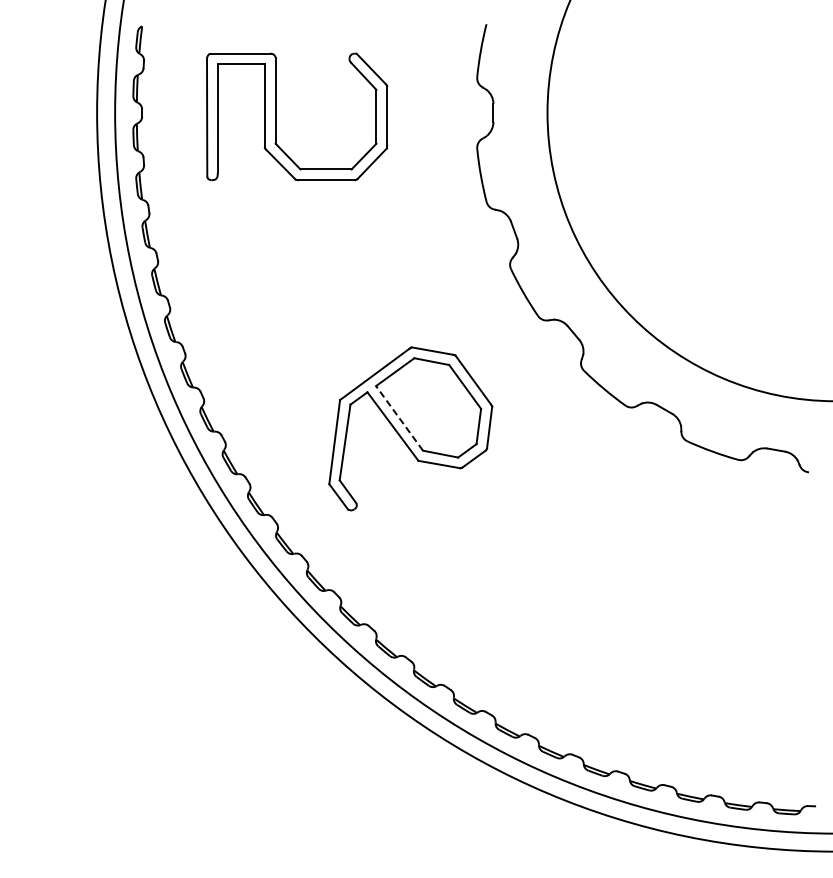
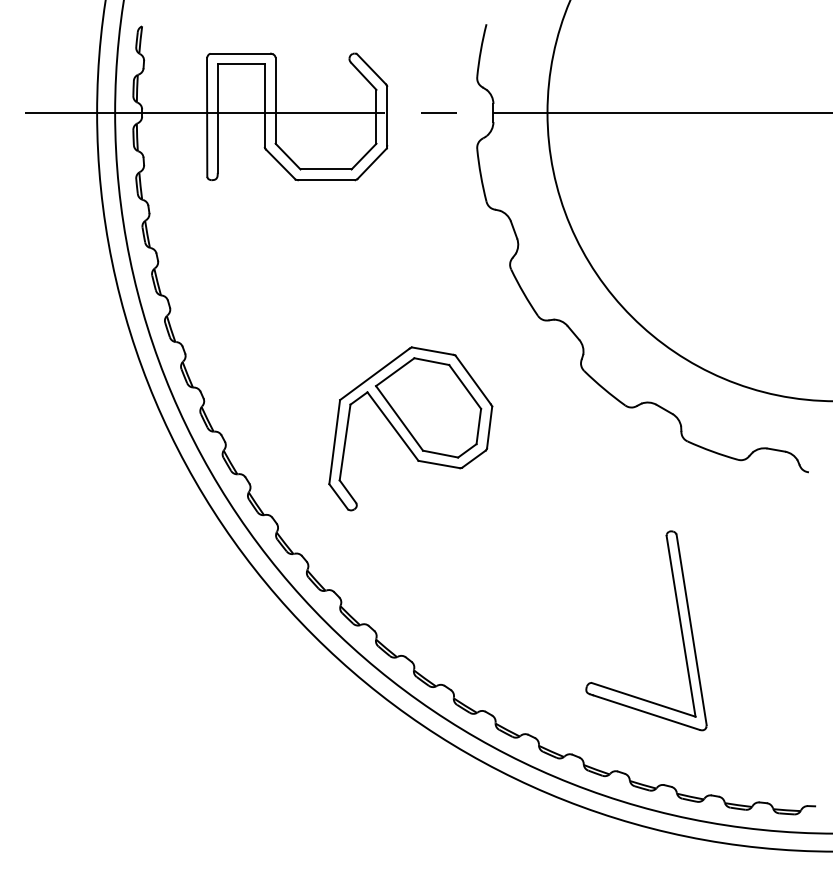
line at (427, 113): none -> present
line at (399, 418): dashed -> solid
part at (679, 624): none -> present
